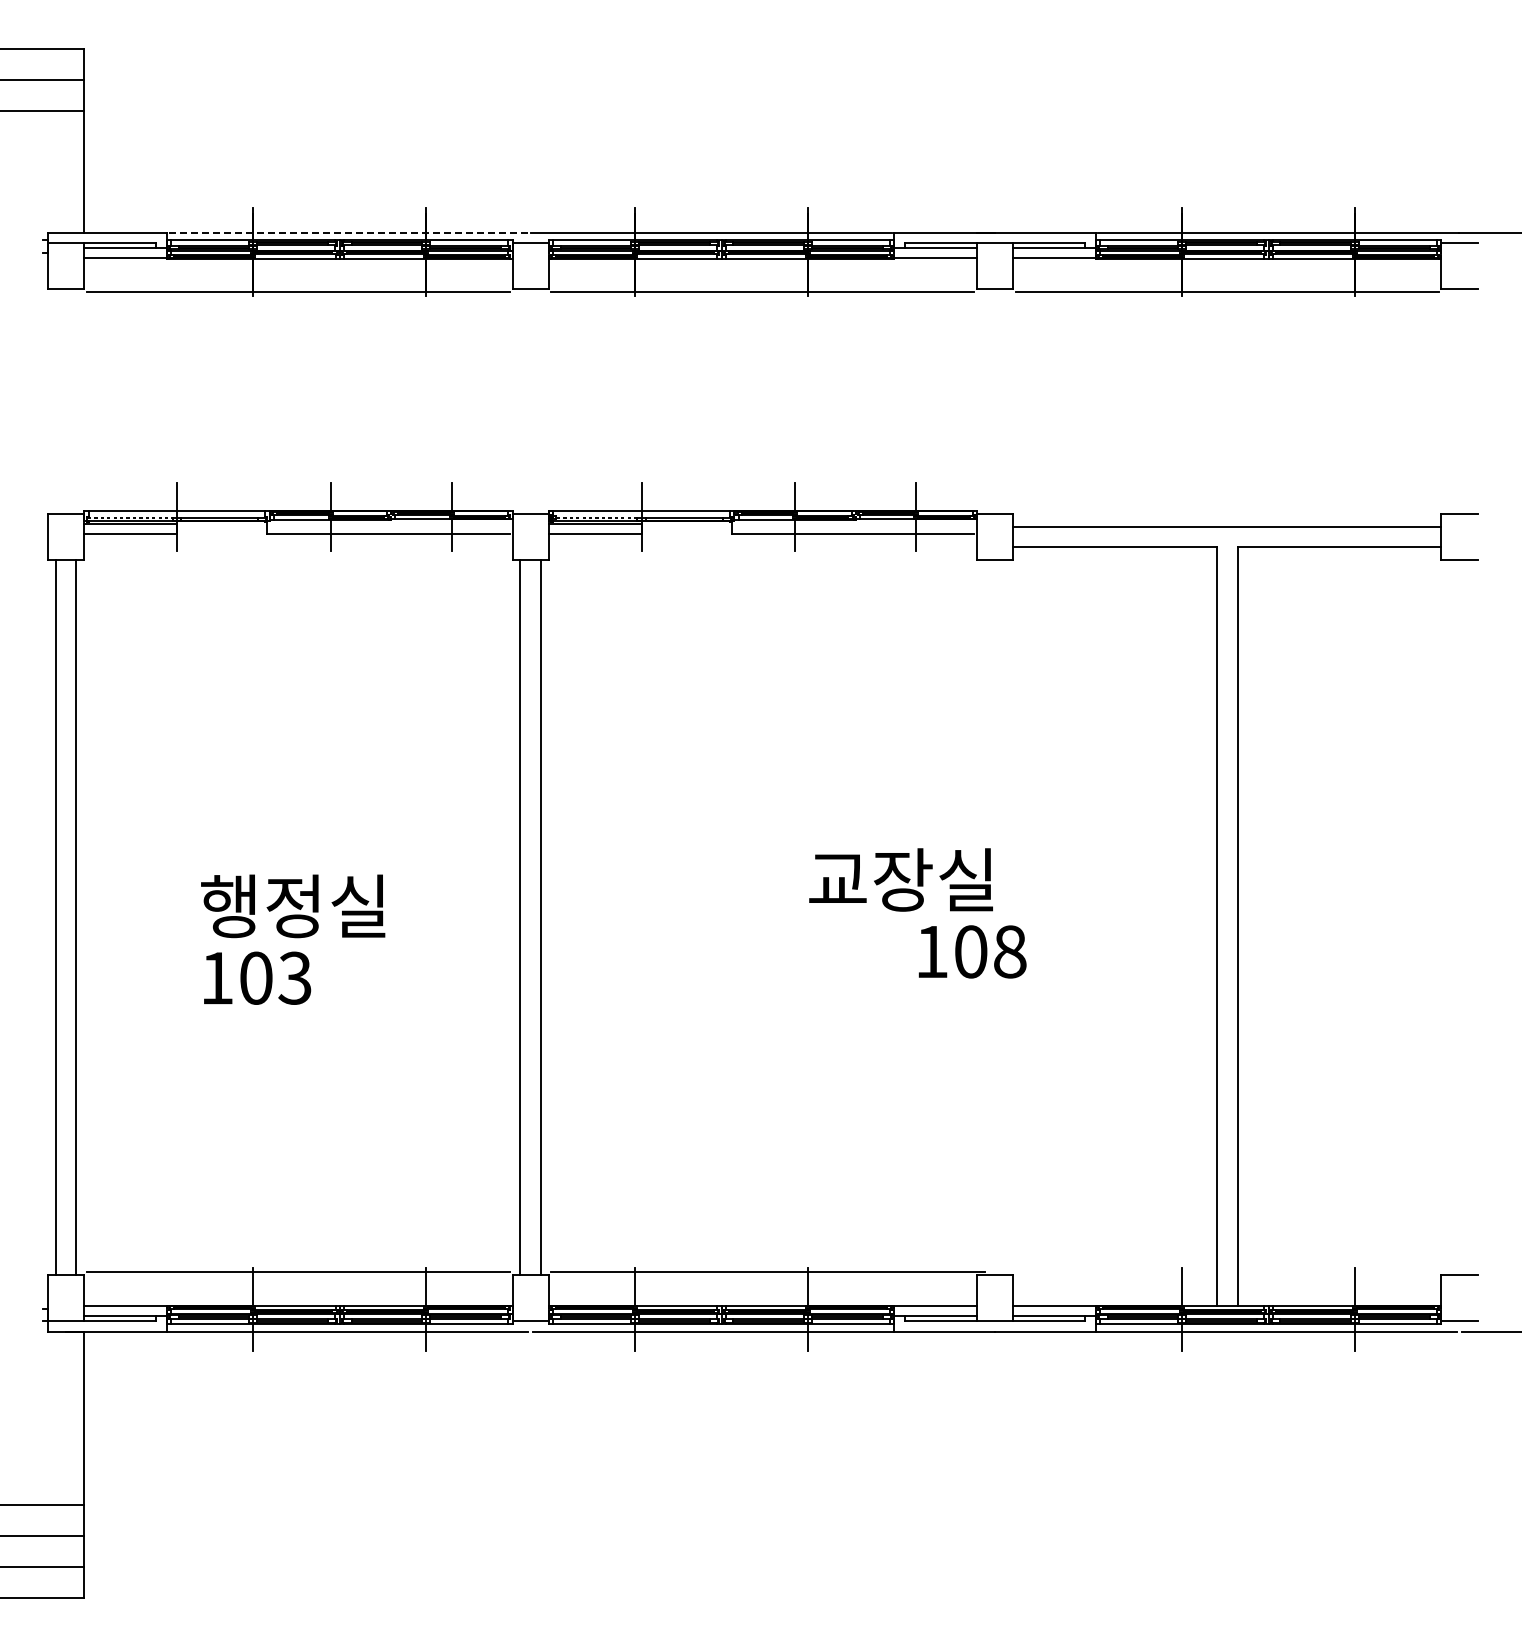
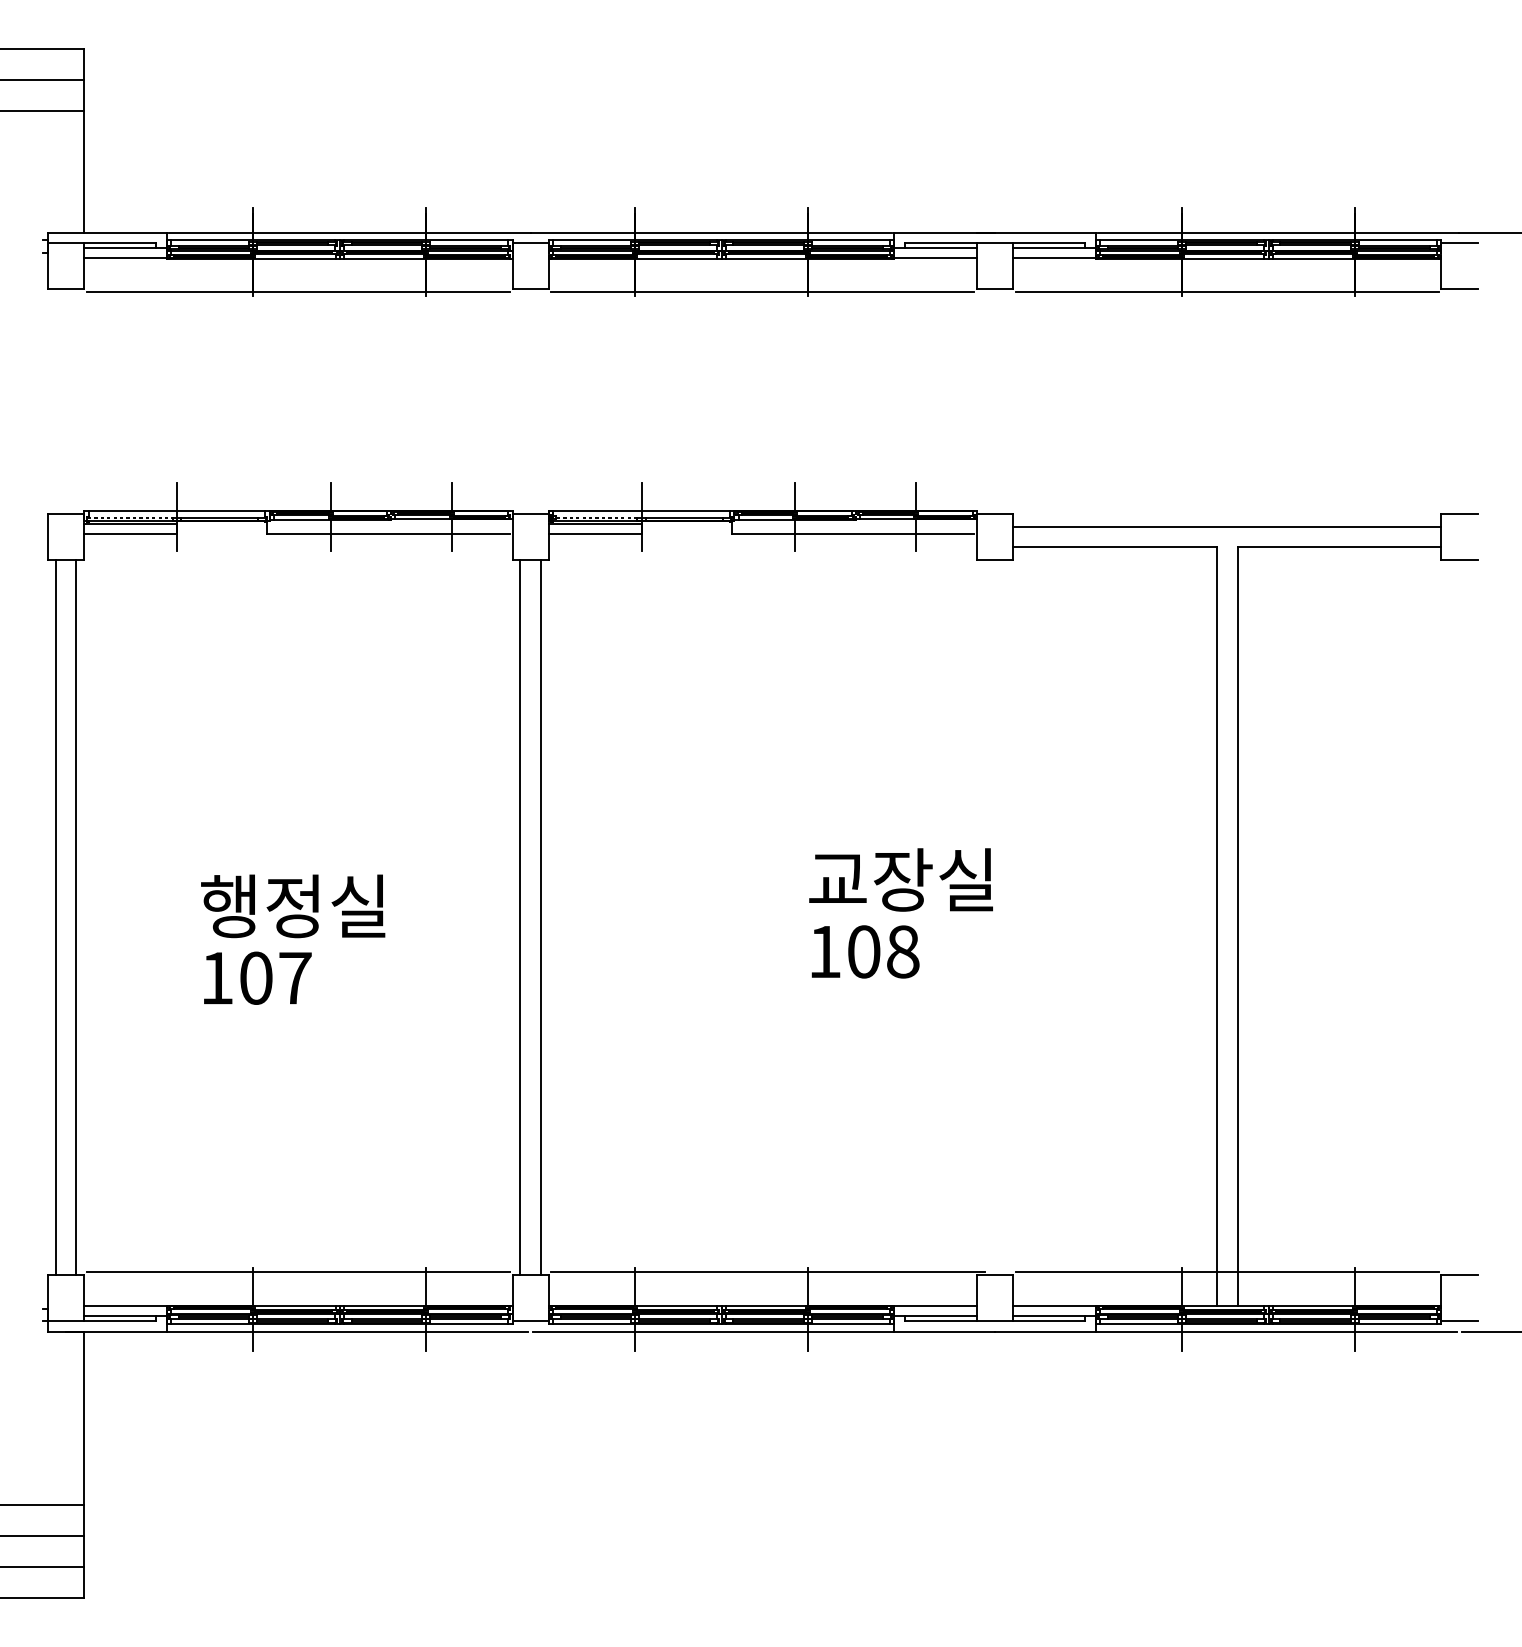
line at (349, 232): dashed -> solid
text at (972, 951) position: (972, 951) -> (865, 951)
text at (294, 977): 103 -> 107
line at (1226, 1272): none -> present
